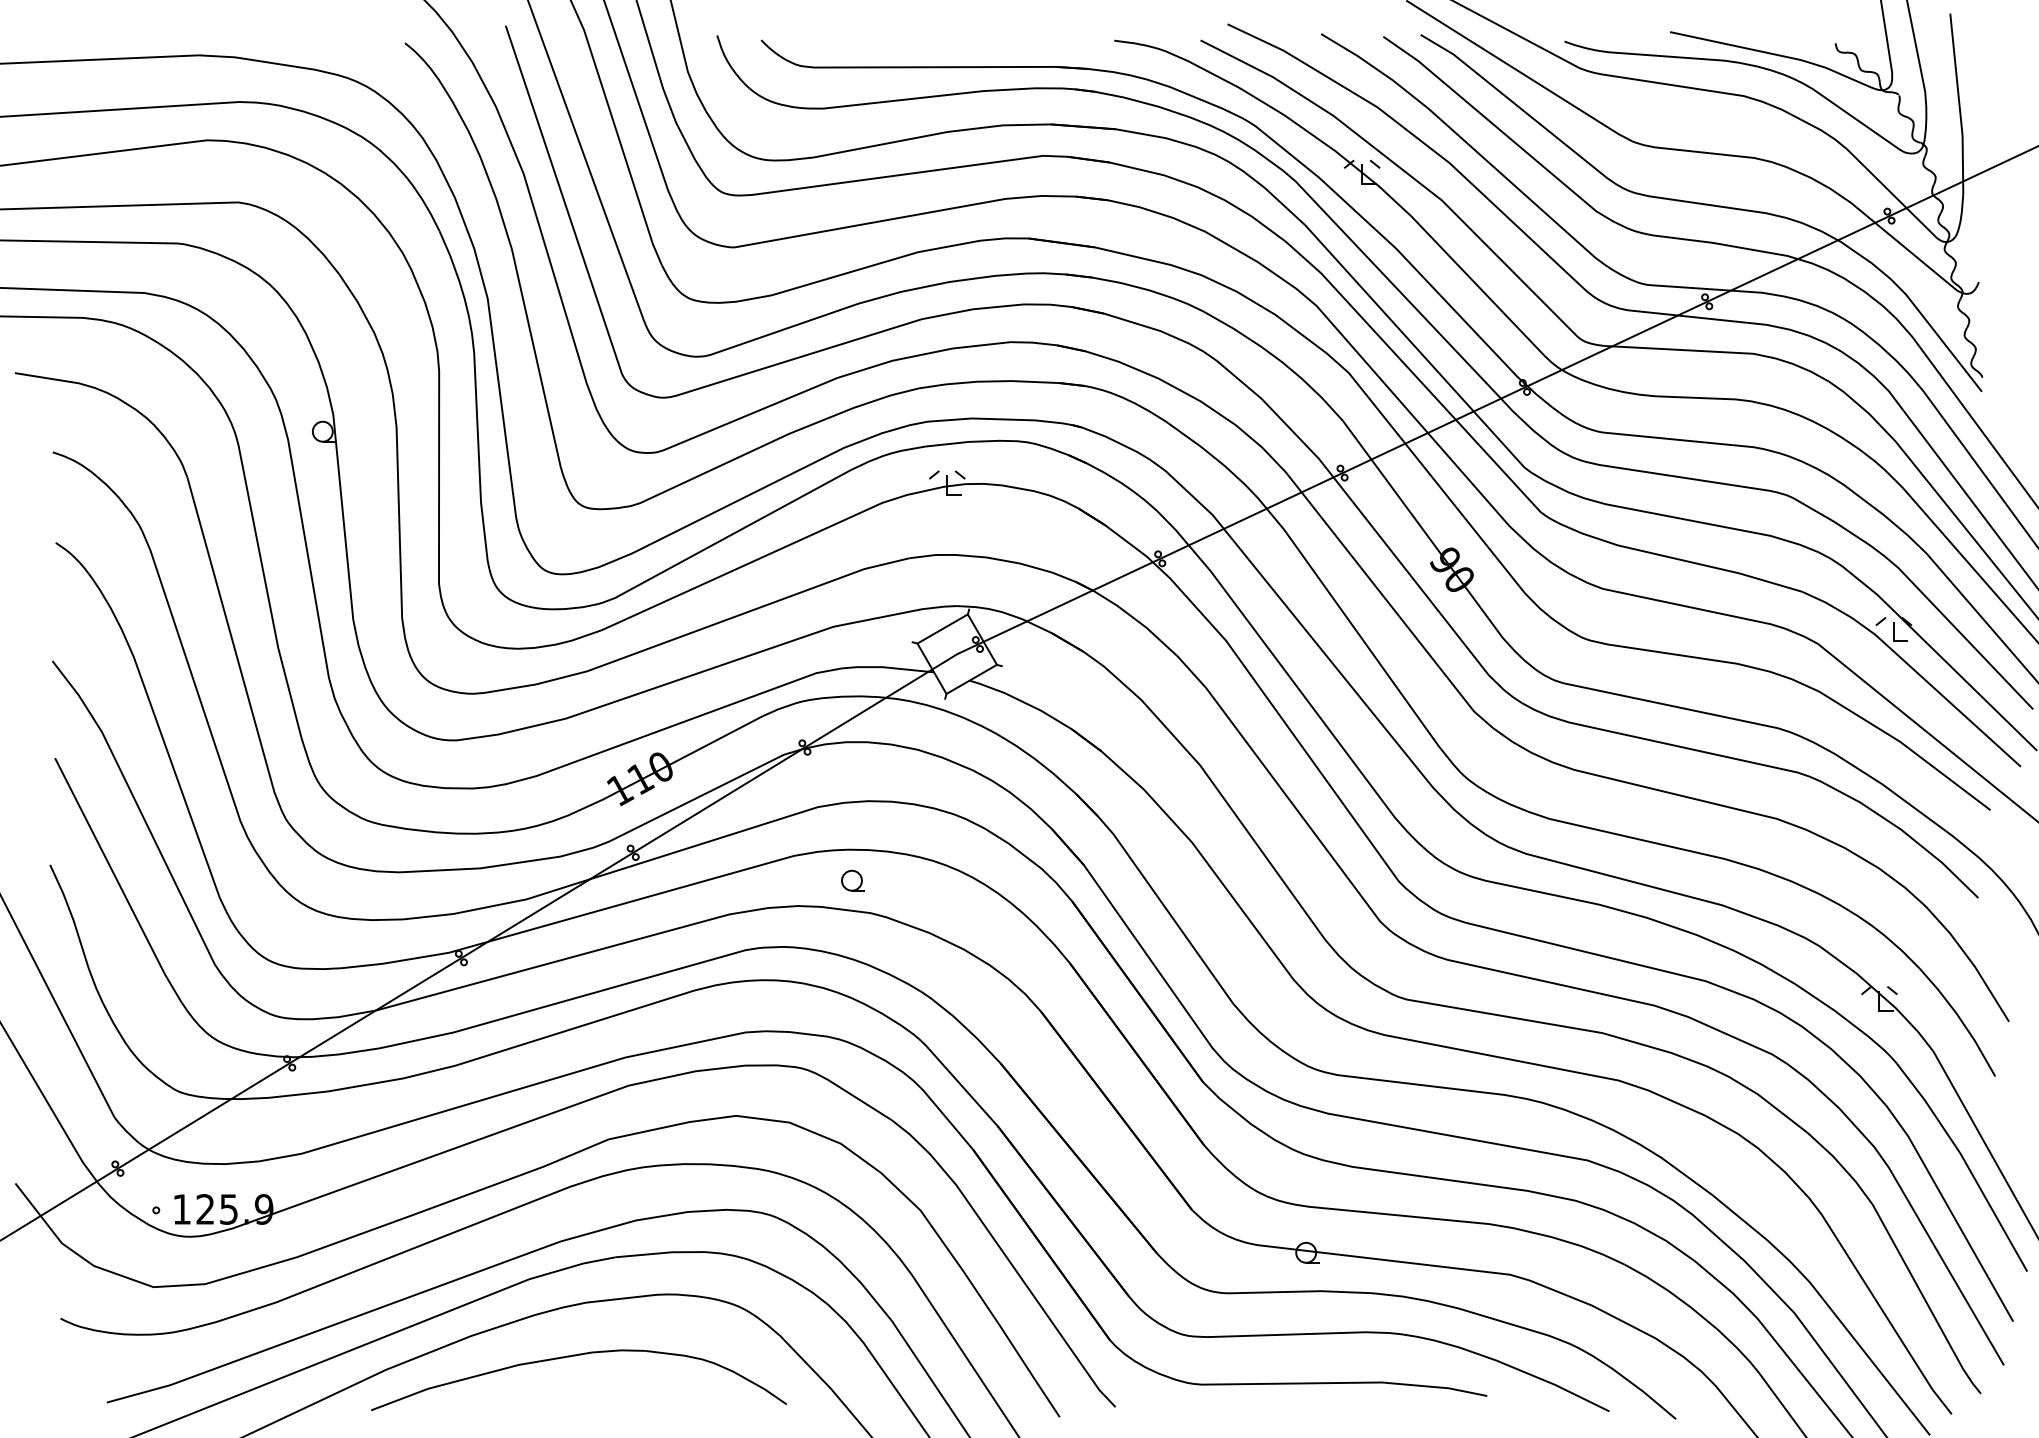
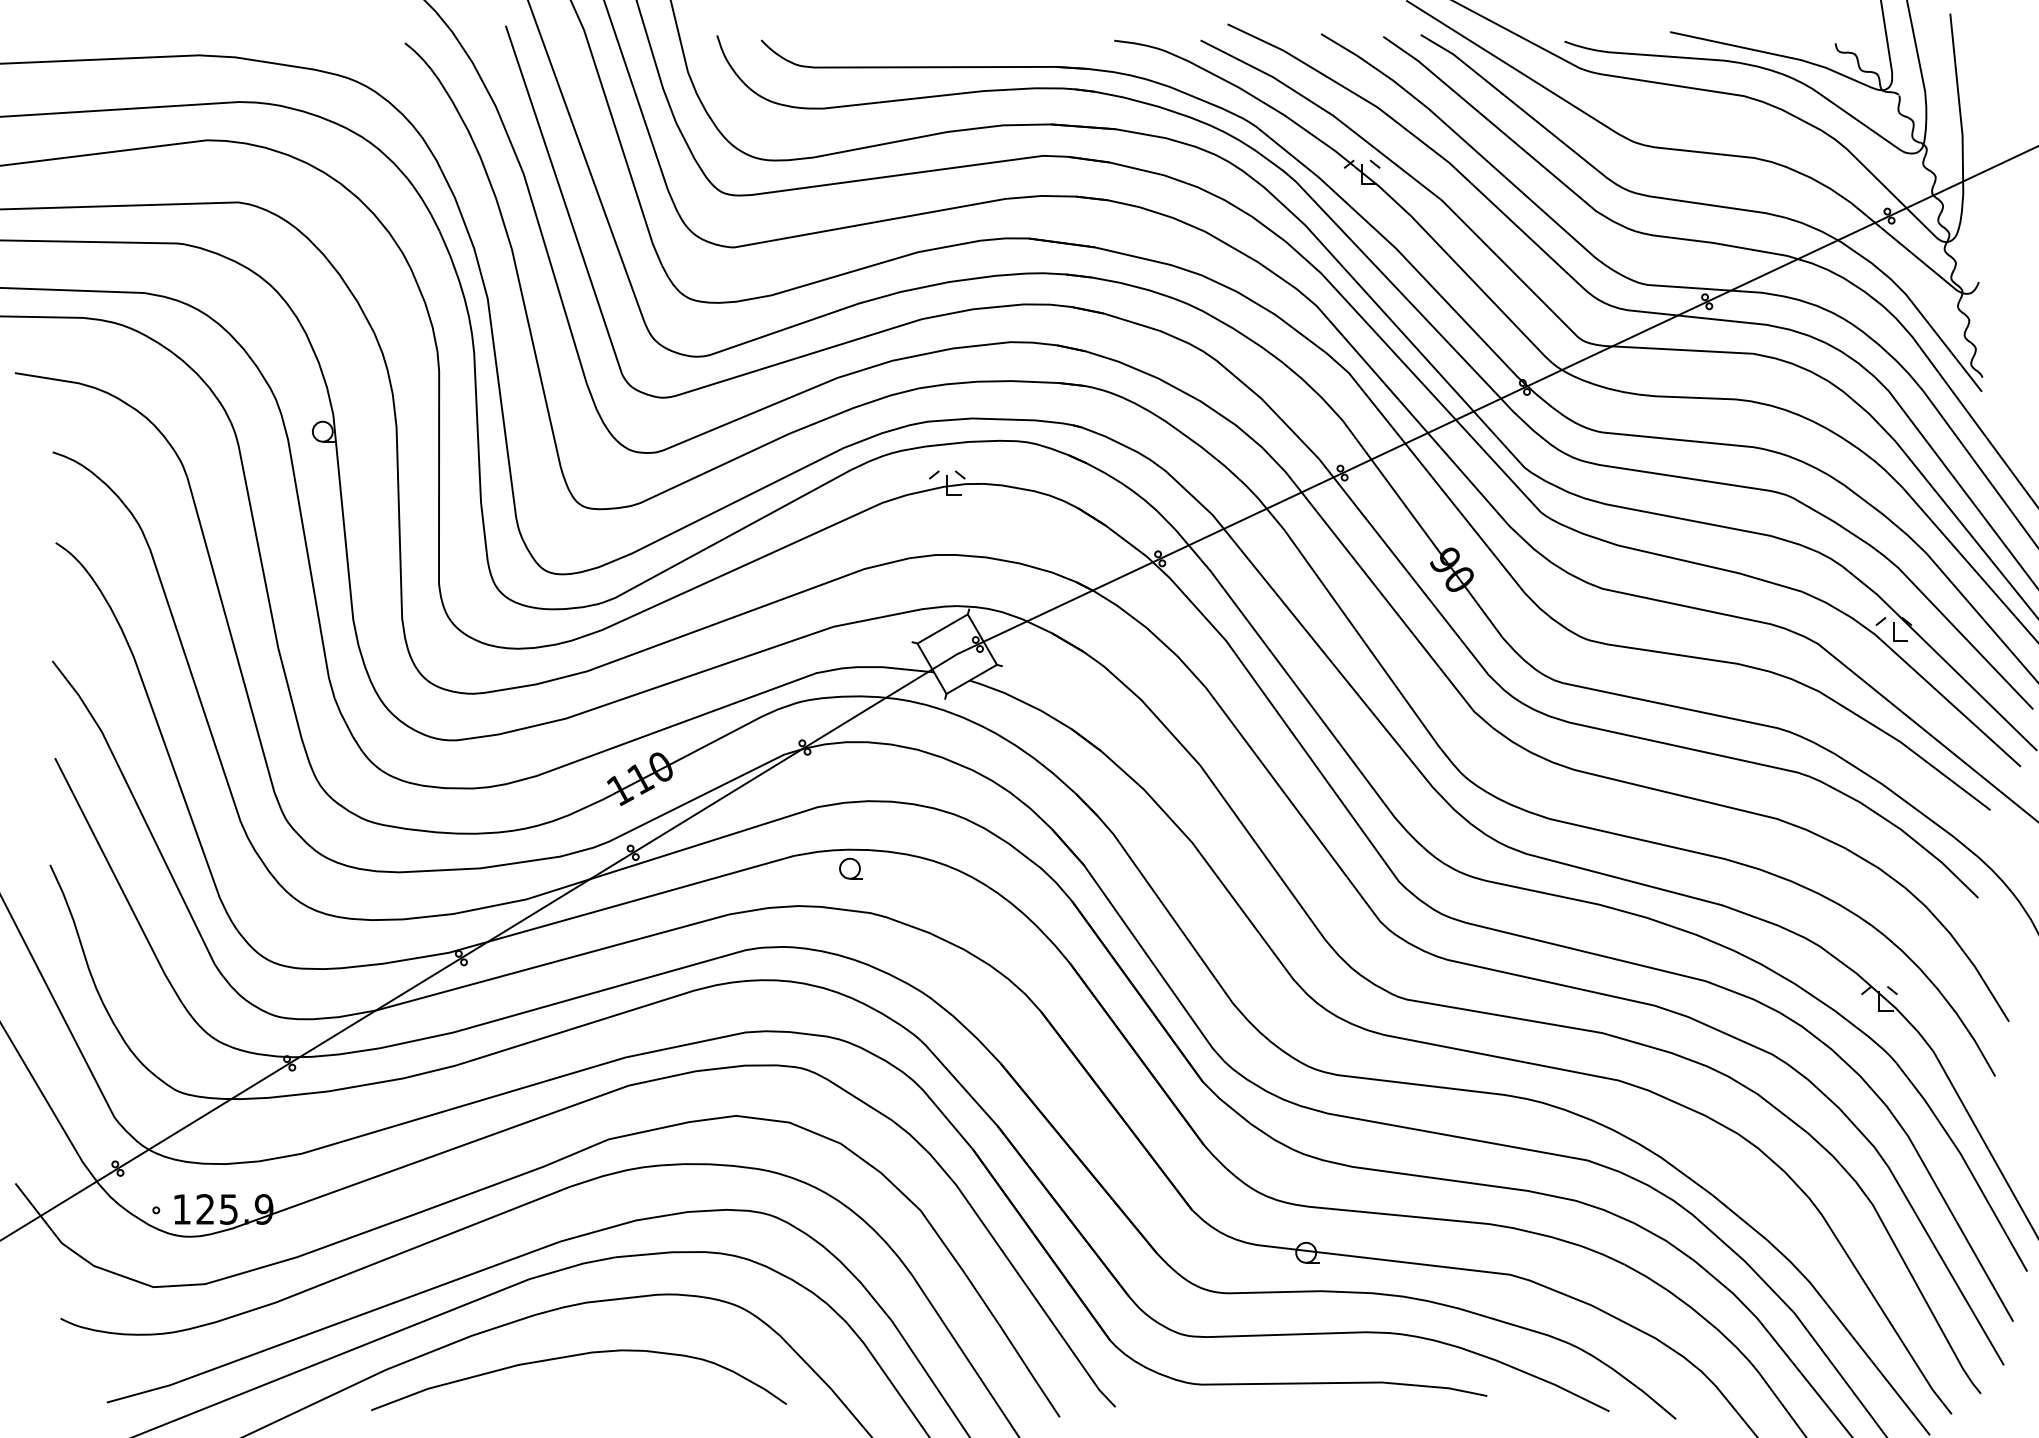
part at (852, 880) position: (852, 880) -> (850, 868)
